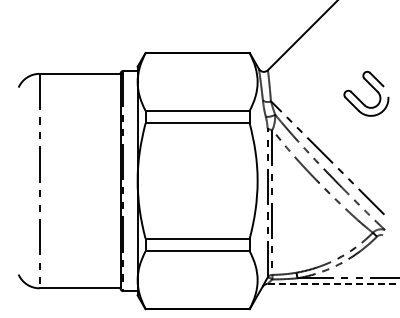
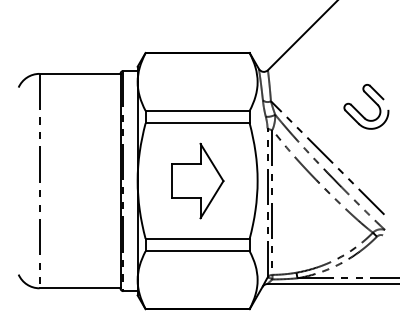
part at (371, 87) position: (371, 87) -> (371, 100)
part at (197, 180): none -> present
line at (333, 284): dashed -> solid
